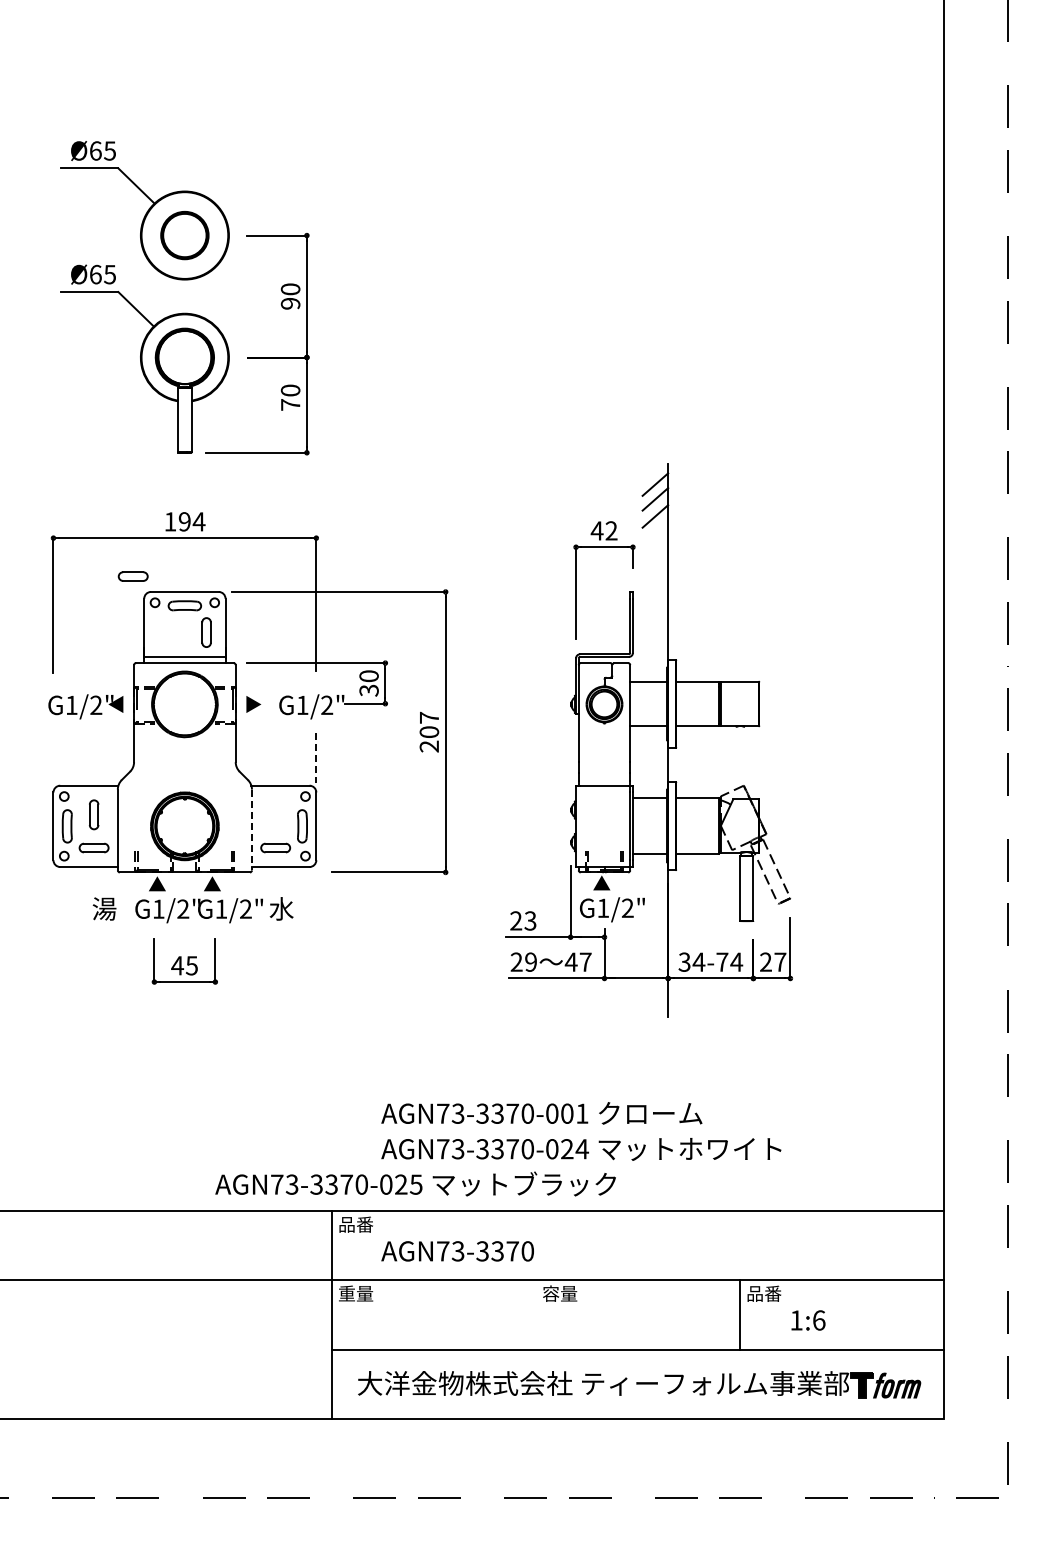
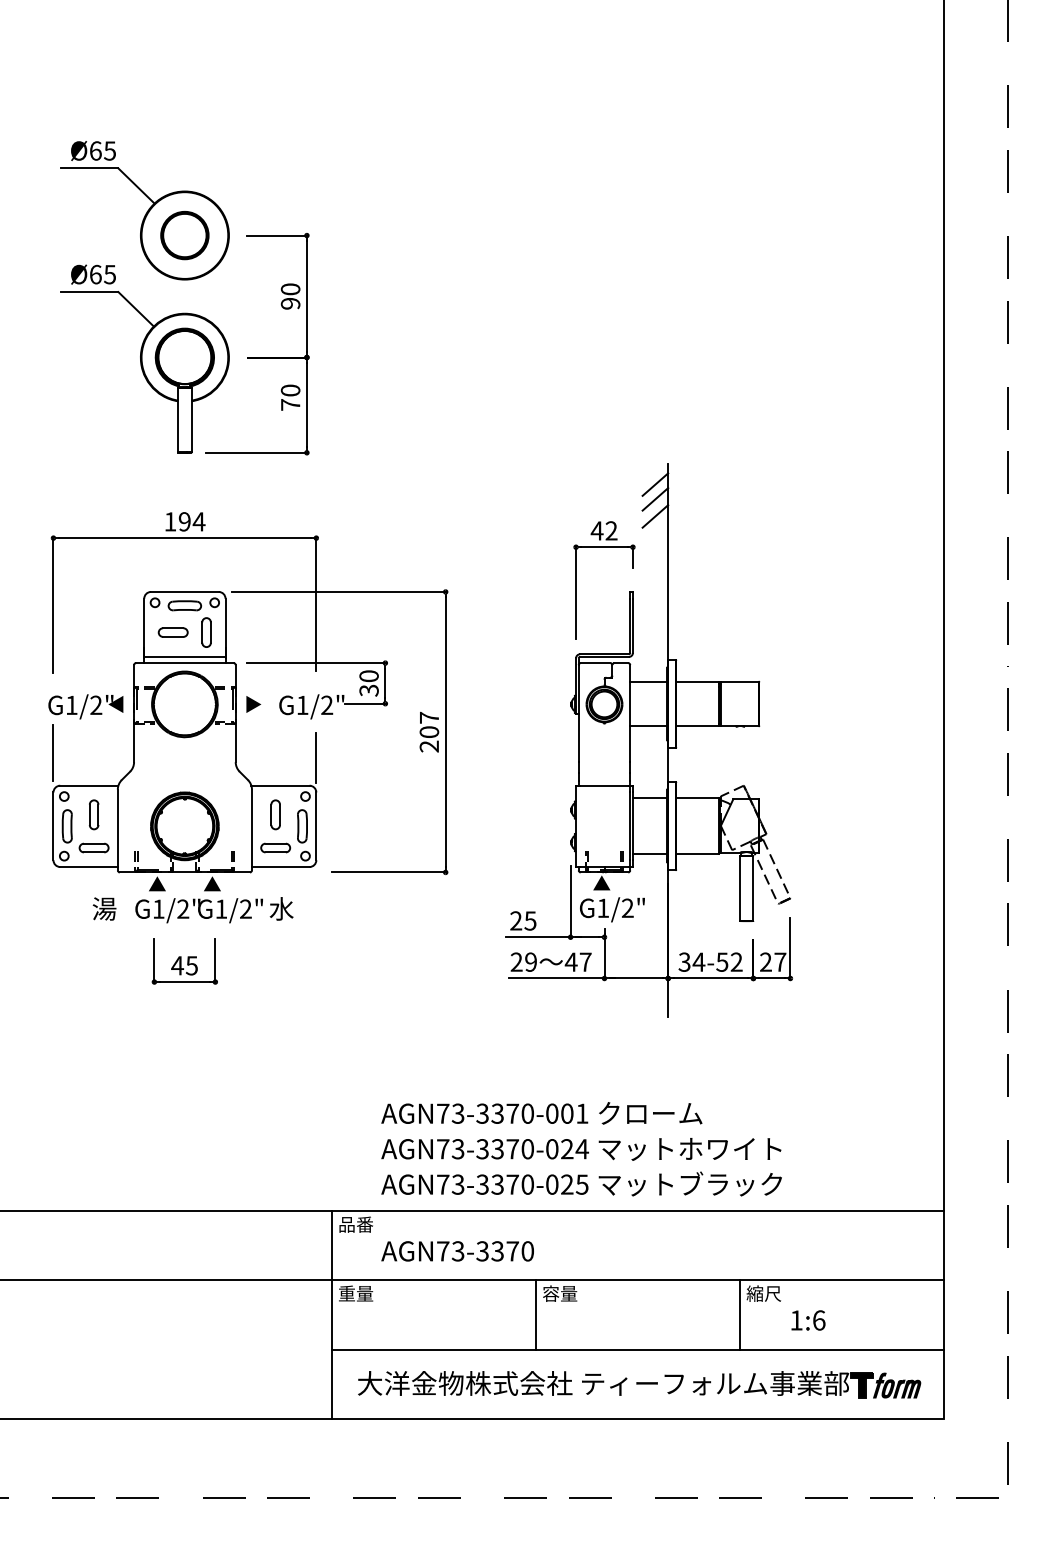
part at (132, 576) position: (132, 576) -> (172, 632)
line at (53, 752): none -> present
line at (316, 758): dashed -> solid
part at (275, 814): none -> present
line at (251, 830): dashed -> solid
text at (530, 920): 23 -> 25
text at (729, 961): 34-74 -> 34-52
text at (415, 1183) position: (415, 1183) -> (581, 1183)
text at (763, 1293): 品番 -> 縮尺
line at (536, 1314): none -> present
